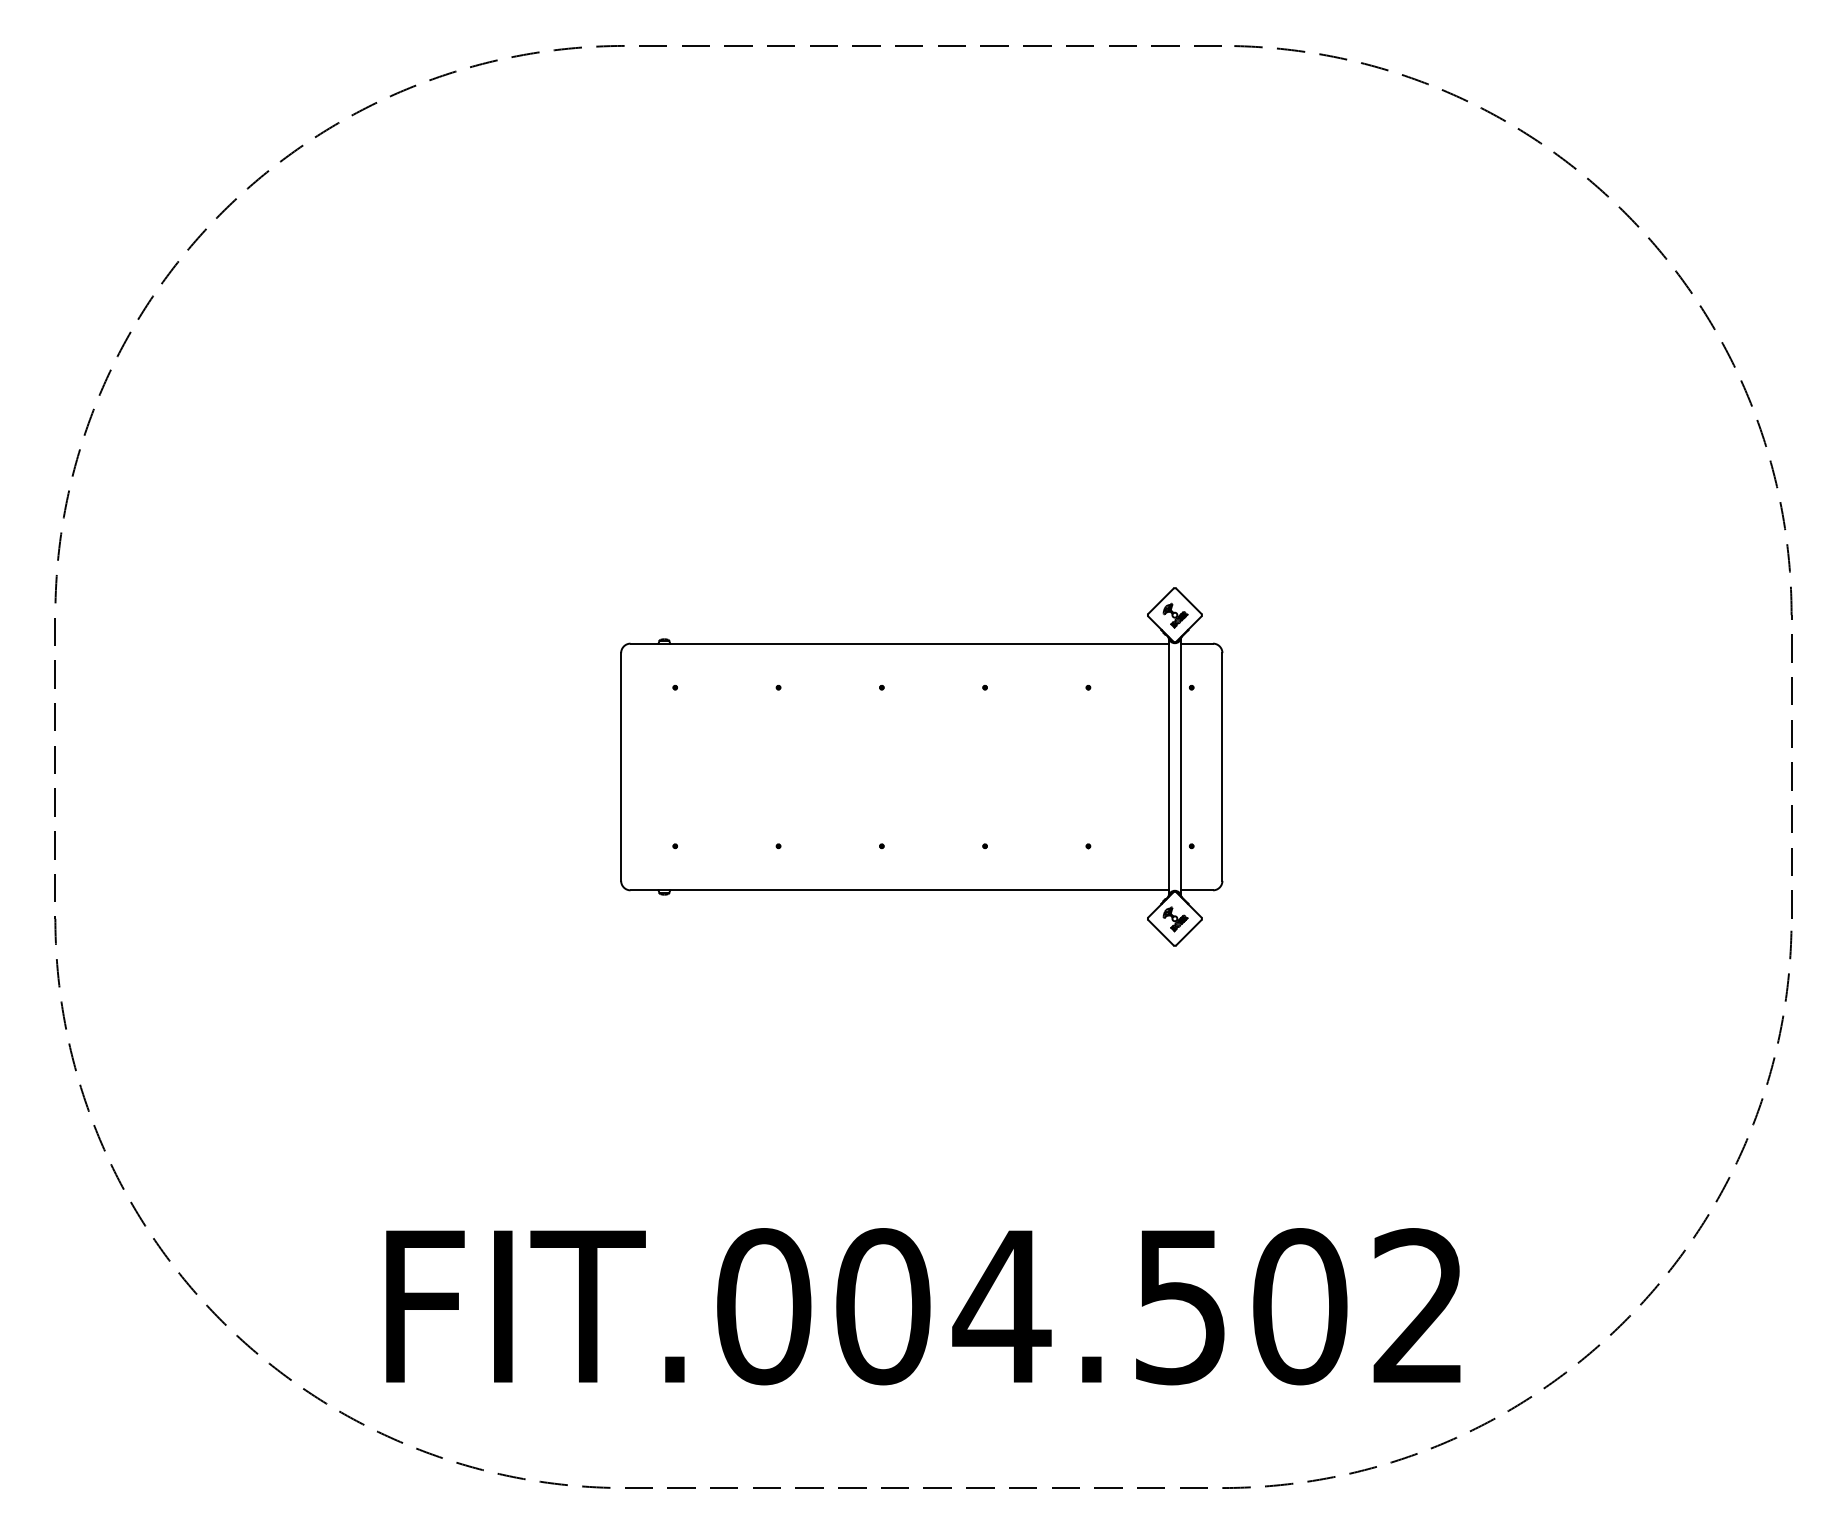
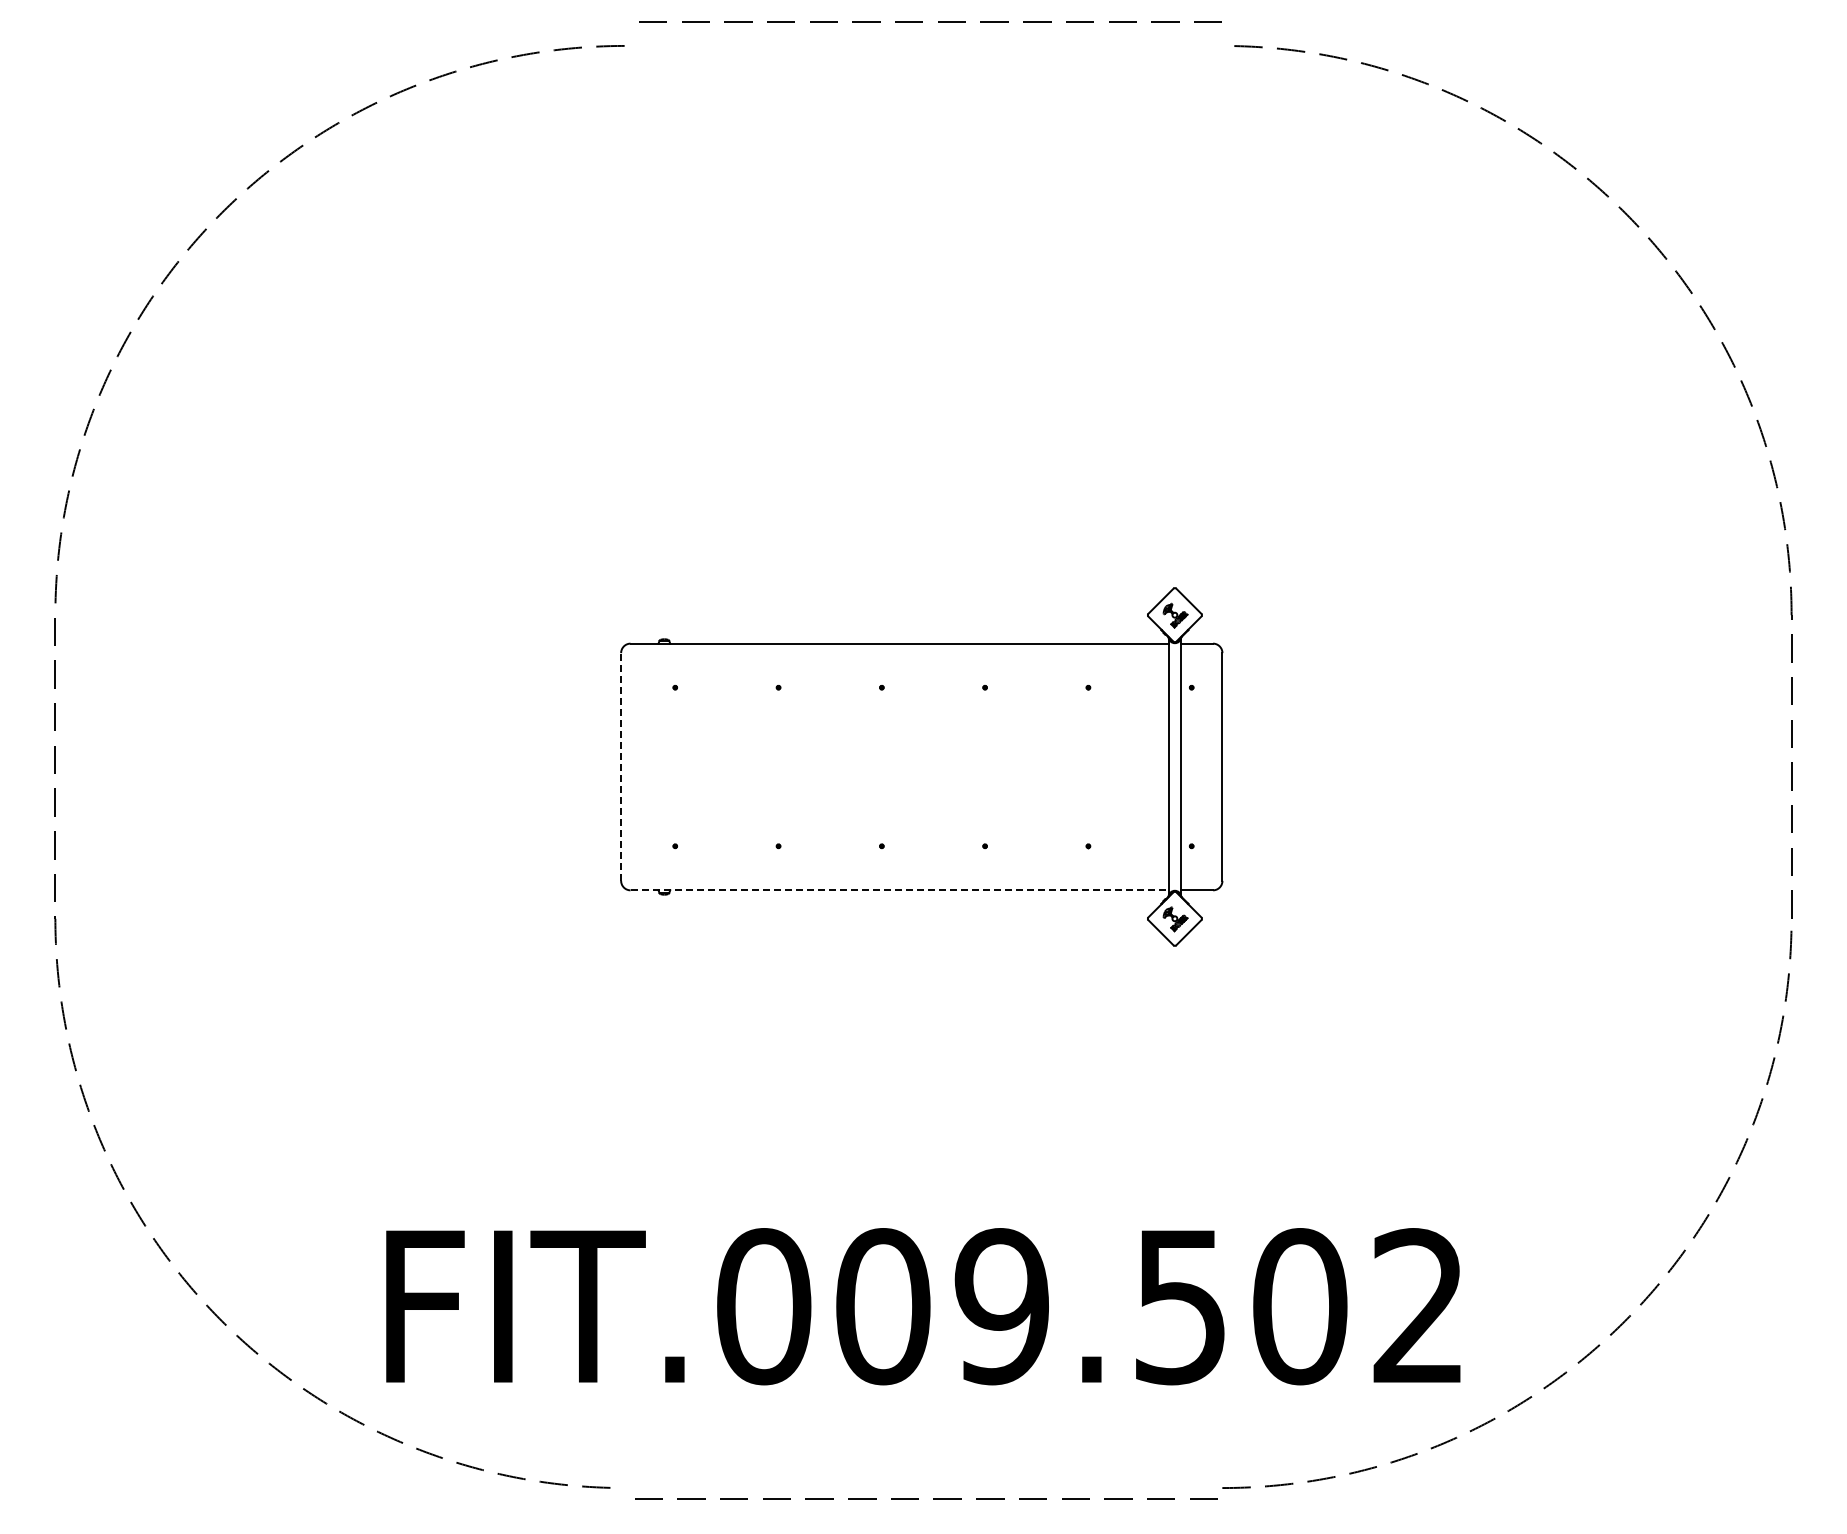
line at (922, 45) position: (922, 45) -> (922, 21)
line at (621, 767): solid -> dashed
line at (899, 890): solid -> dashed
text at (1001, 1306): FIT.004.502 -> FIT.009.502
line at (923, 1487) position: (923, 1487) -> (933, 1498)
